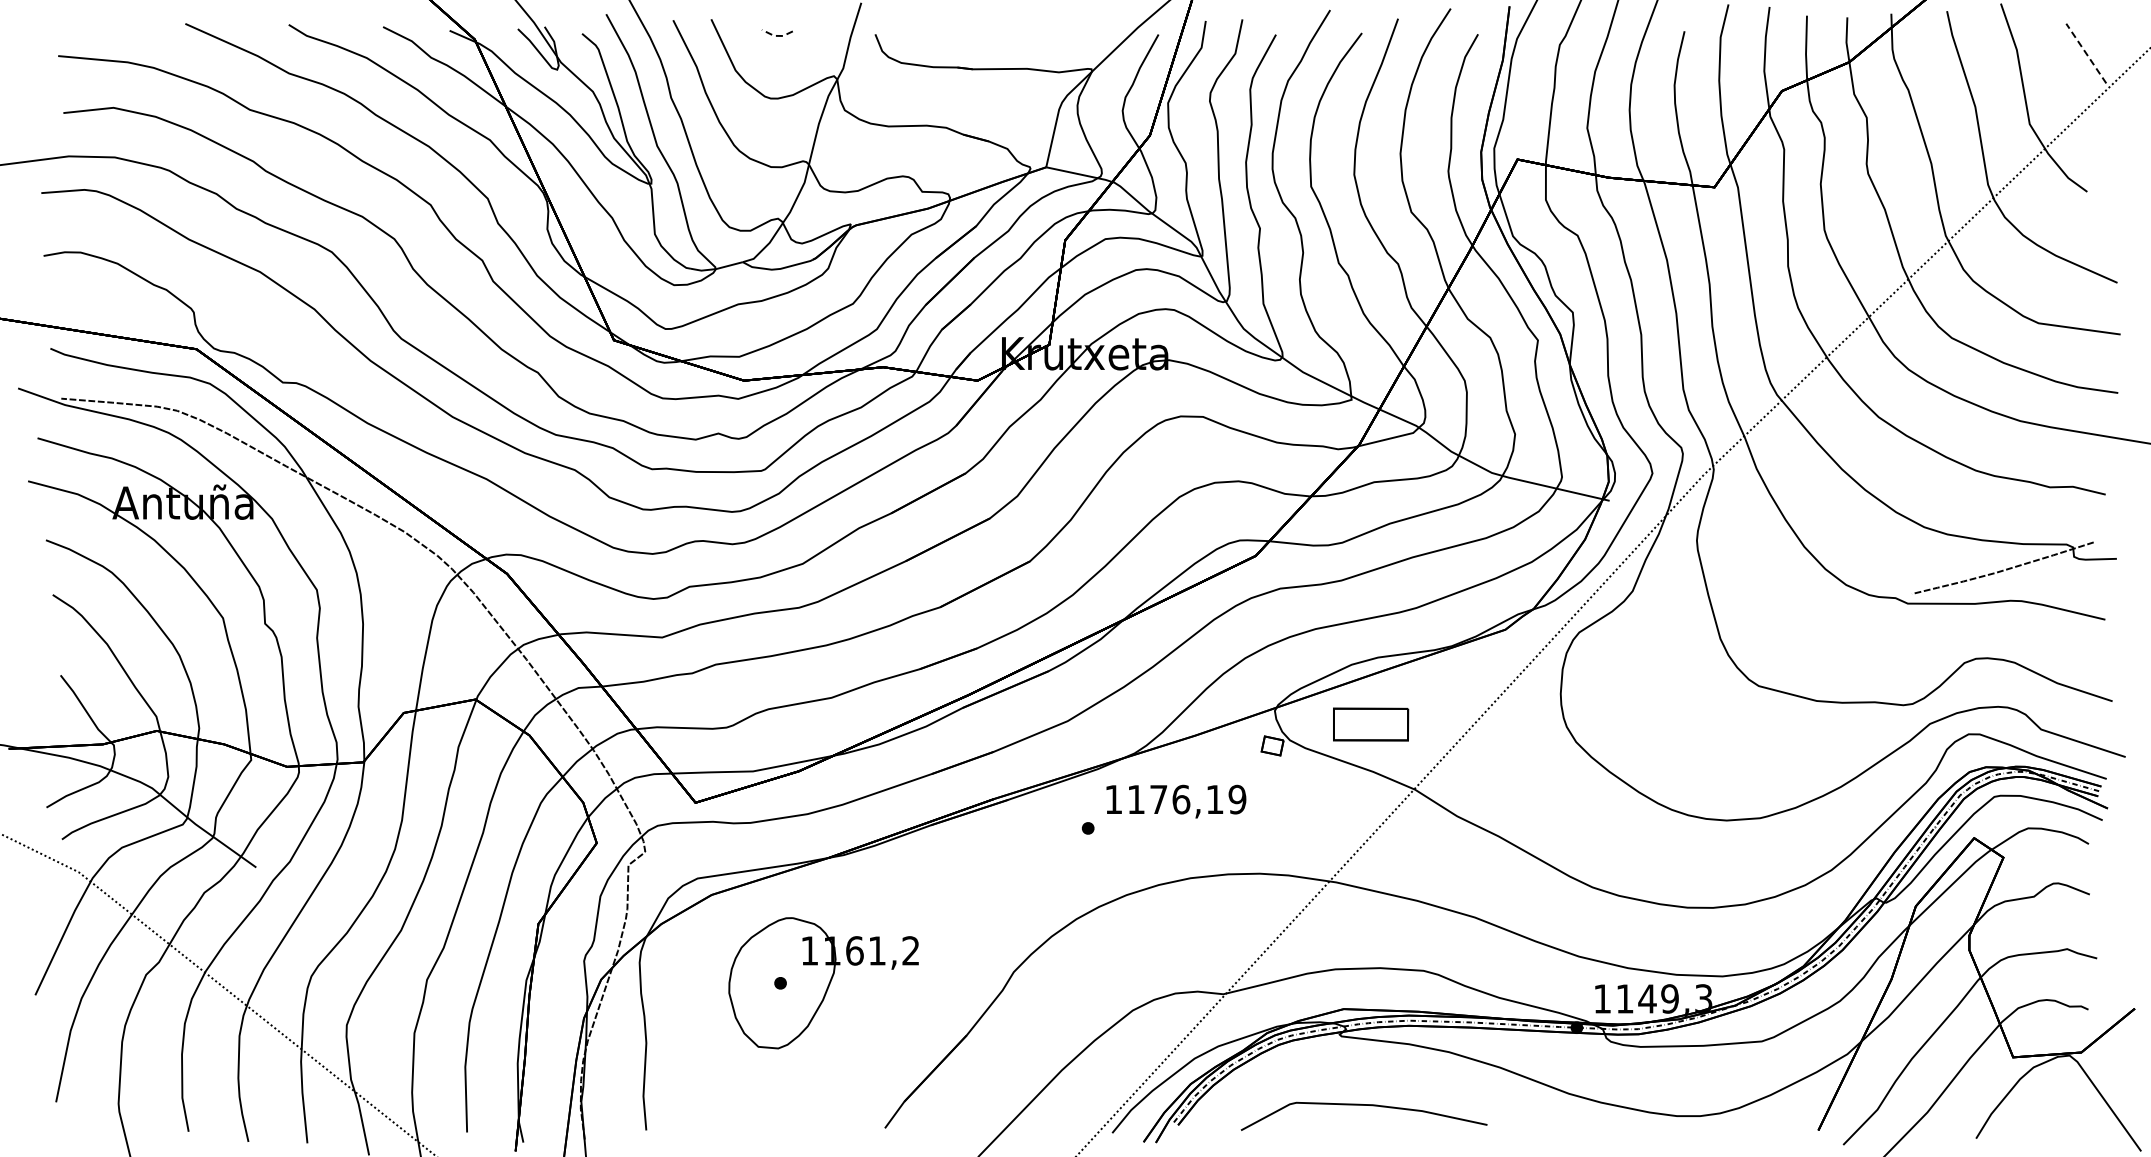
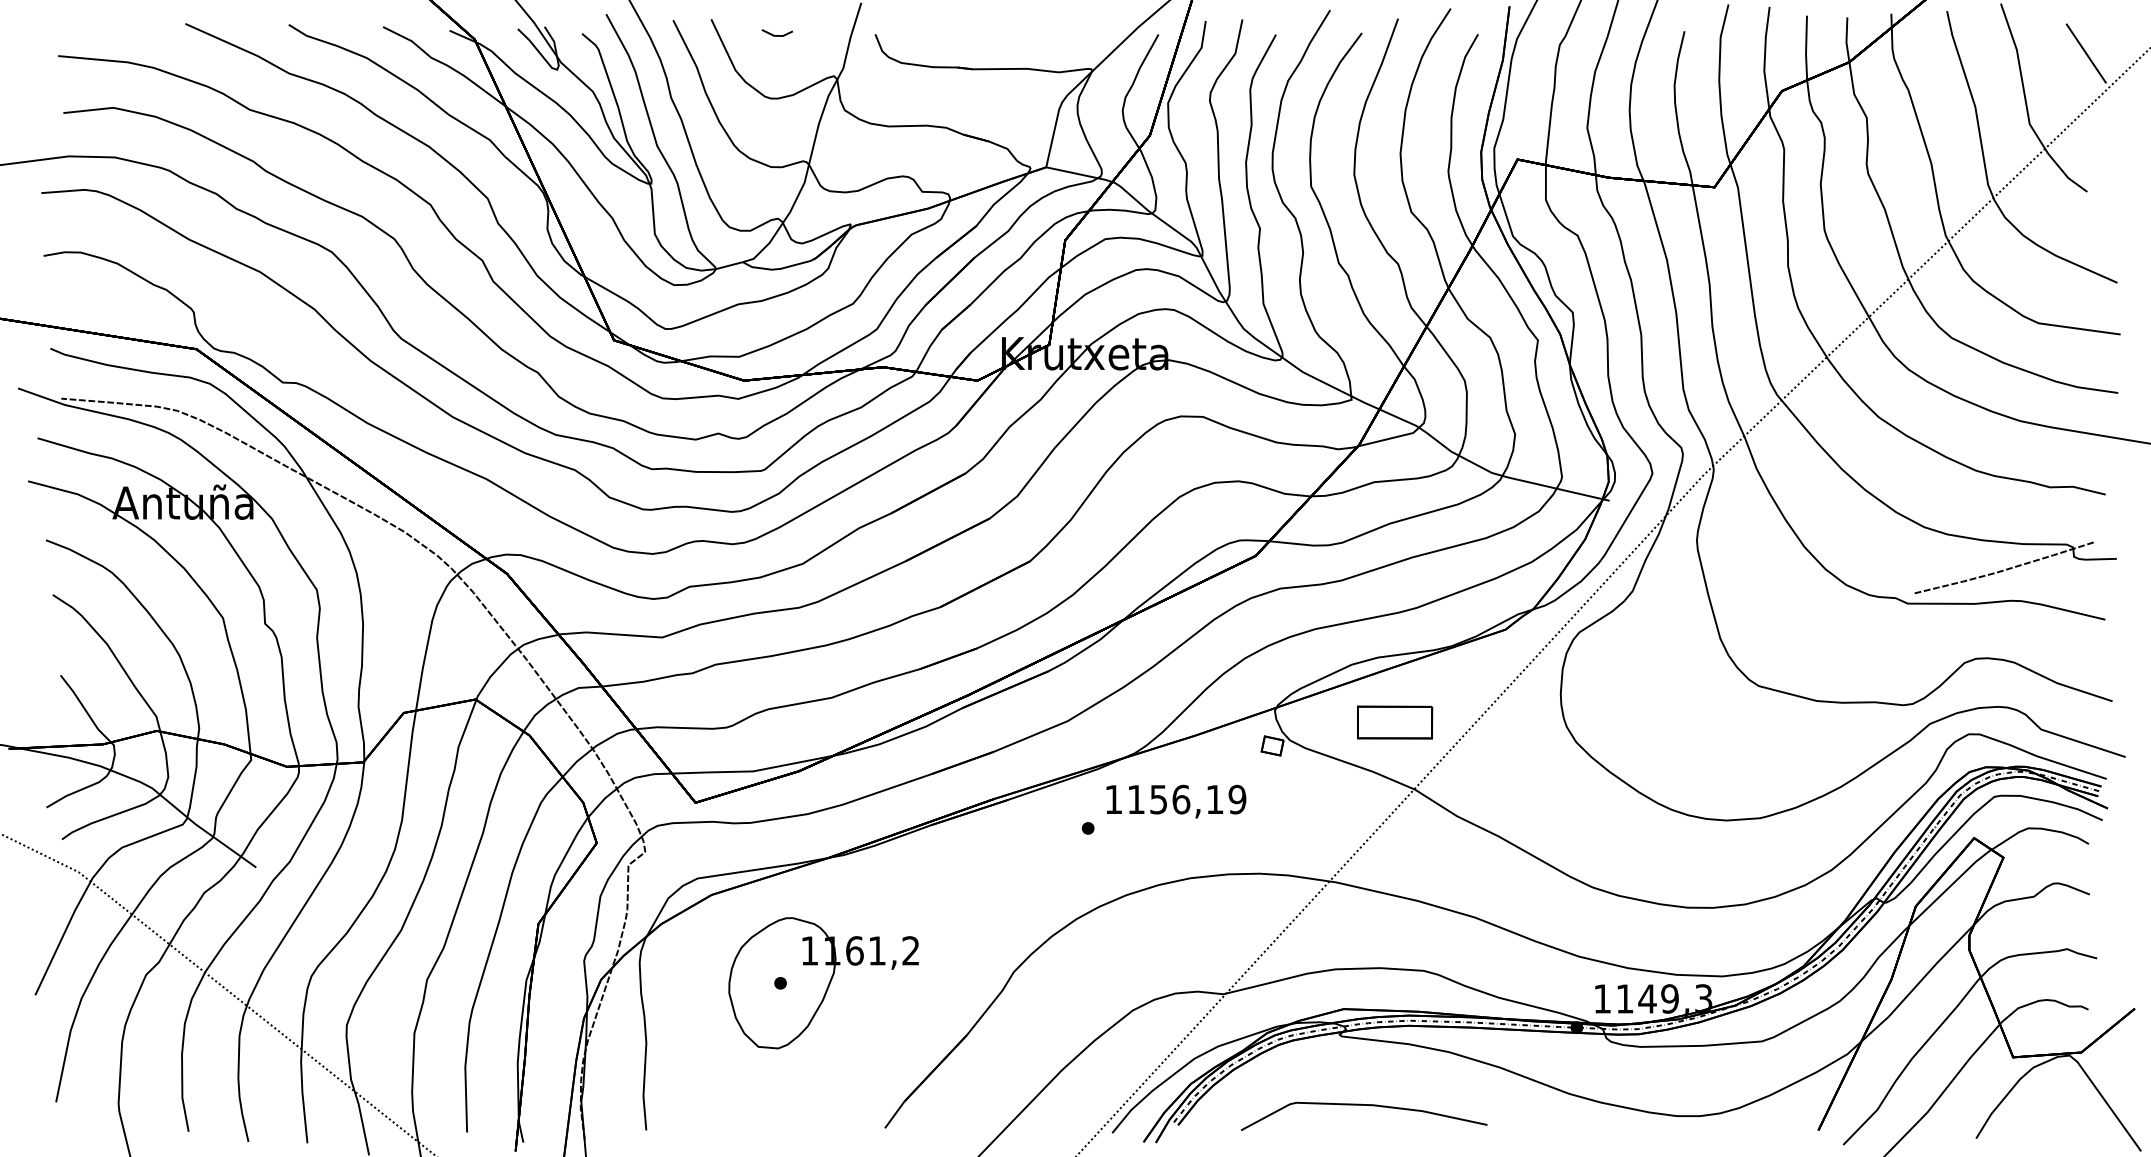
line at (777, 35): dashed -> solid
line at (2086, 53): dashed -> solid
part at (1371, 724) position: (1371, 724) -> (1395, 722)
text at (1158, 799): 1176,19 -> 1156,19
